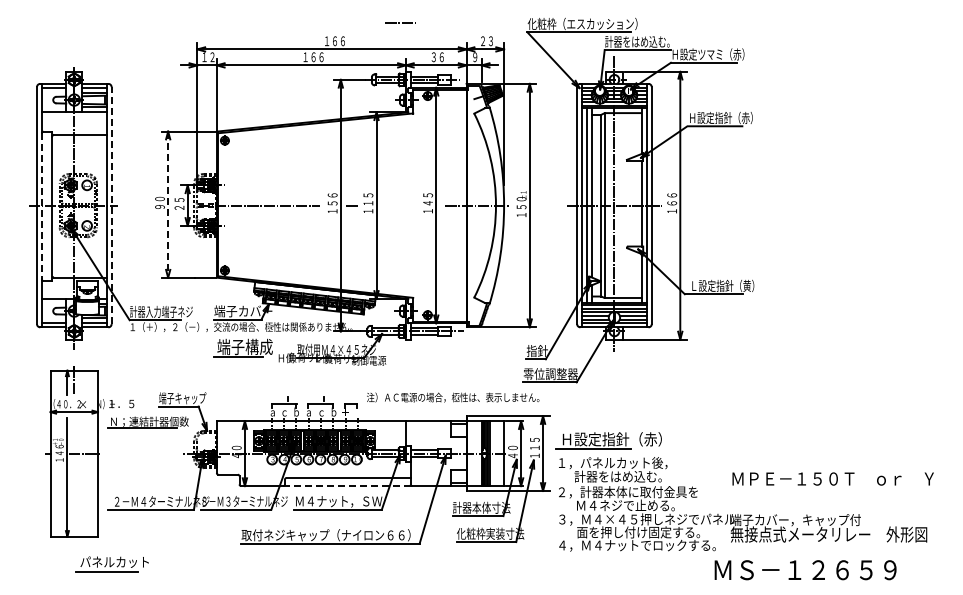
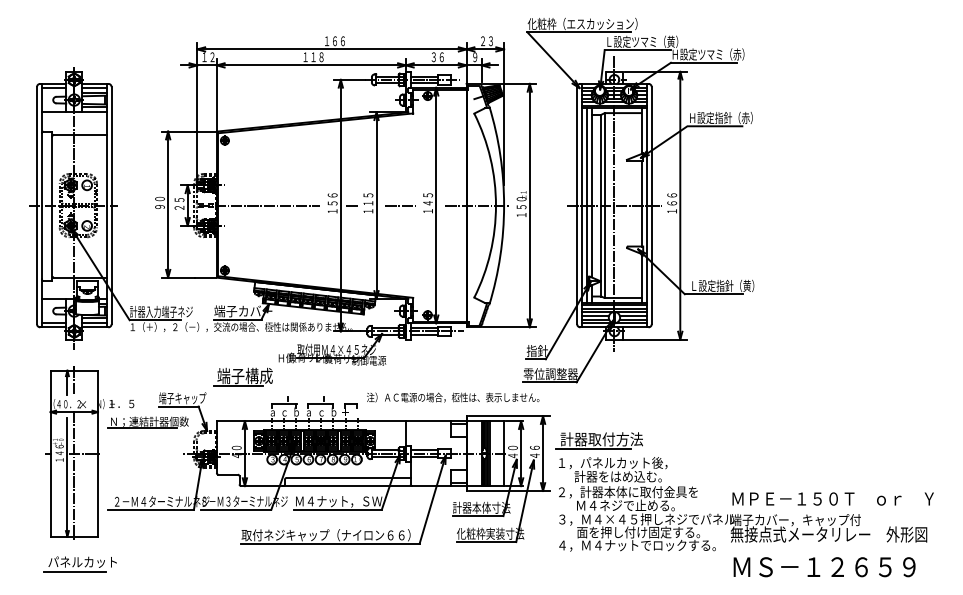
line at (399, 22) position: (399, 22) -> (399, 205)
text at (641, 41): 計器をはめ込む。 -> Ｌ設定ツマミ（黄）
text at (317, 57): １６６ -> １１８
line at (111, 205): dashed -> solid
line at (168, 205): dashed -> solid
line at (41, 206): dashed -> solid
part at (242, 347) position: (242, 347) -> (242, 376)
text at (610, 439): Ｈ設定指針（赤） -> 計器取付方法
text at (534, 447): １１５ -> ４６
line at (74, 476): none -> present
text at (832, 478) position: (832, 478) -> (832, 498)
line at (347, 486): dashed -> solid
part at (111, 564) position: (111, 564) -> (79, 564)
text at (805, 570) position: (805, 570) -> (824, 567)
